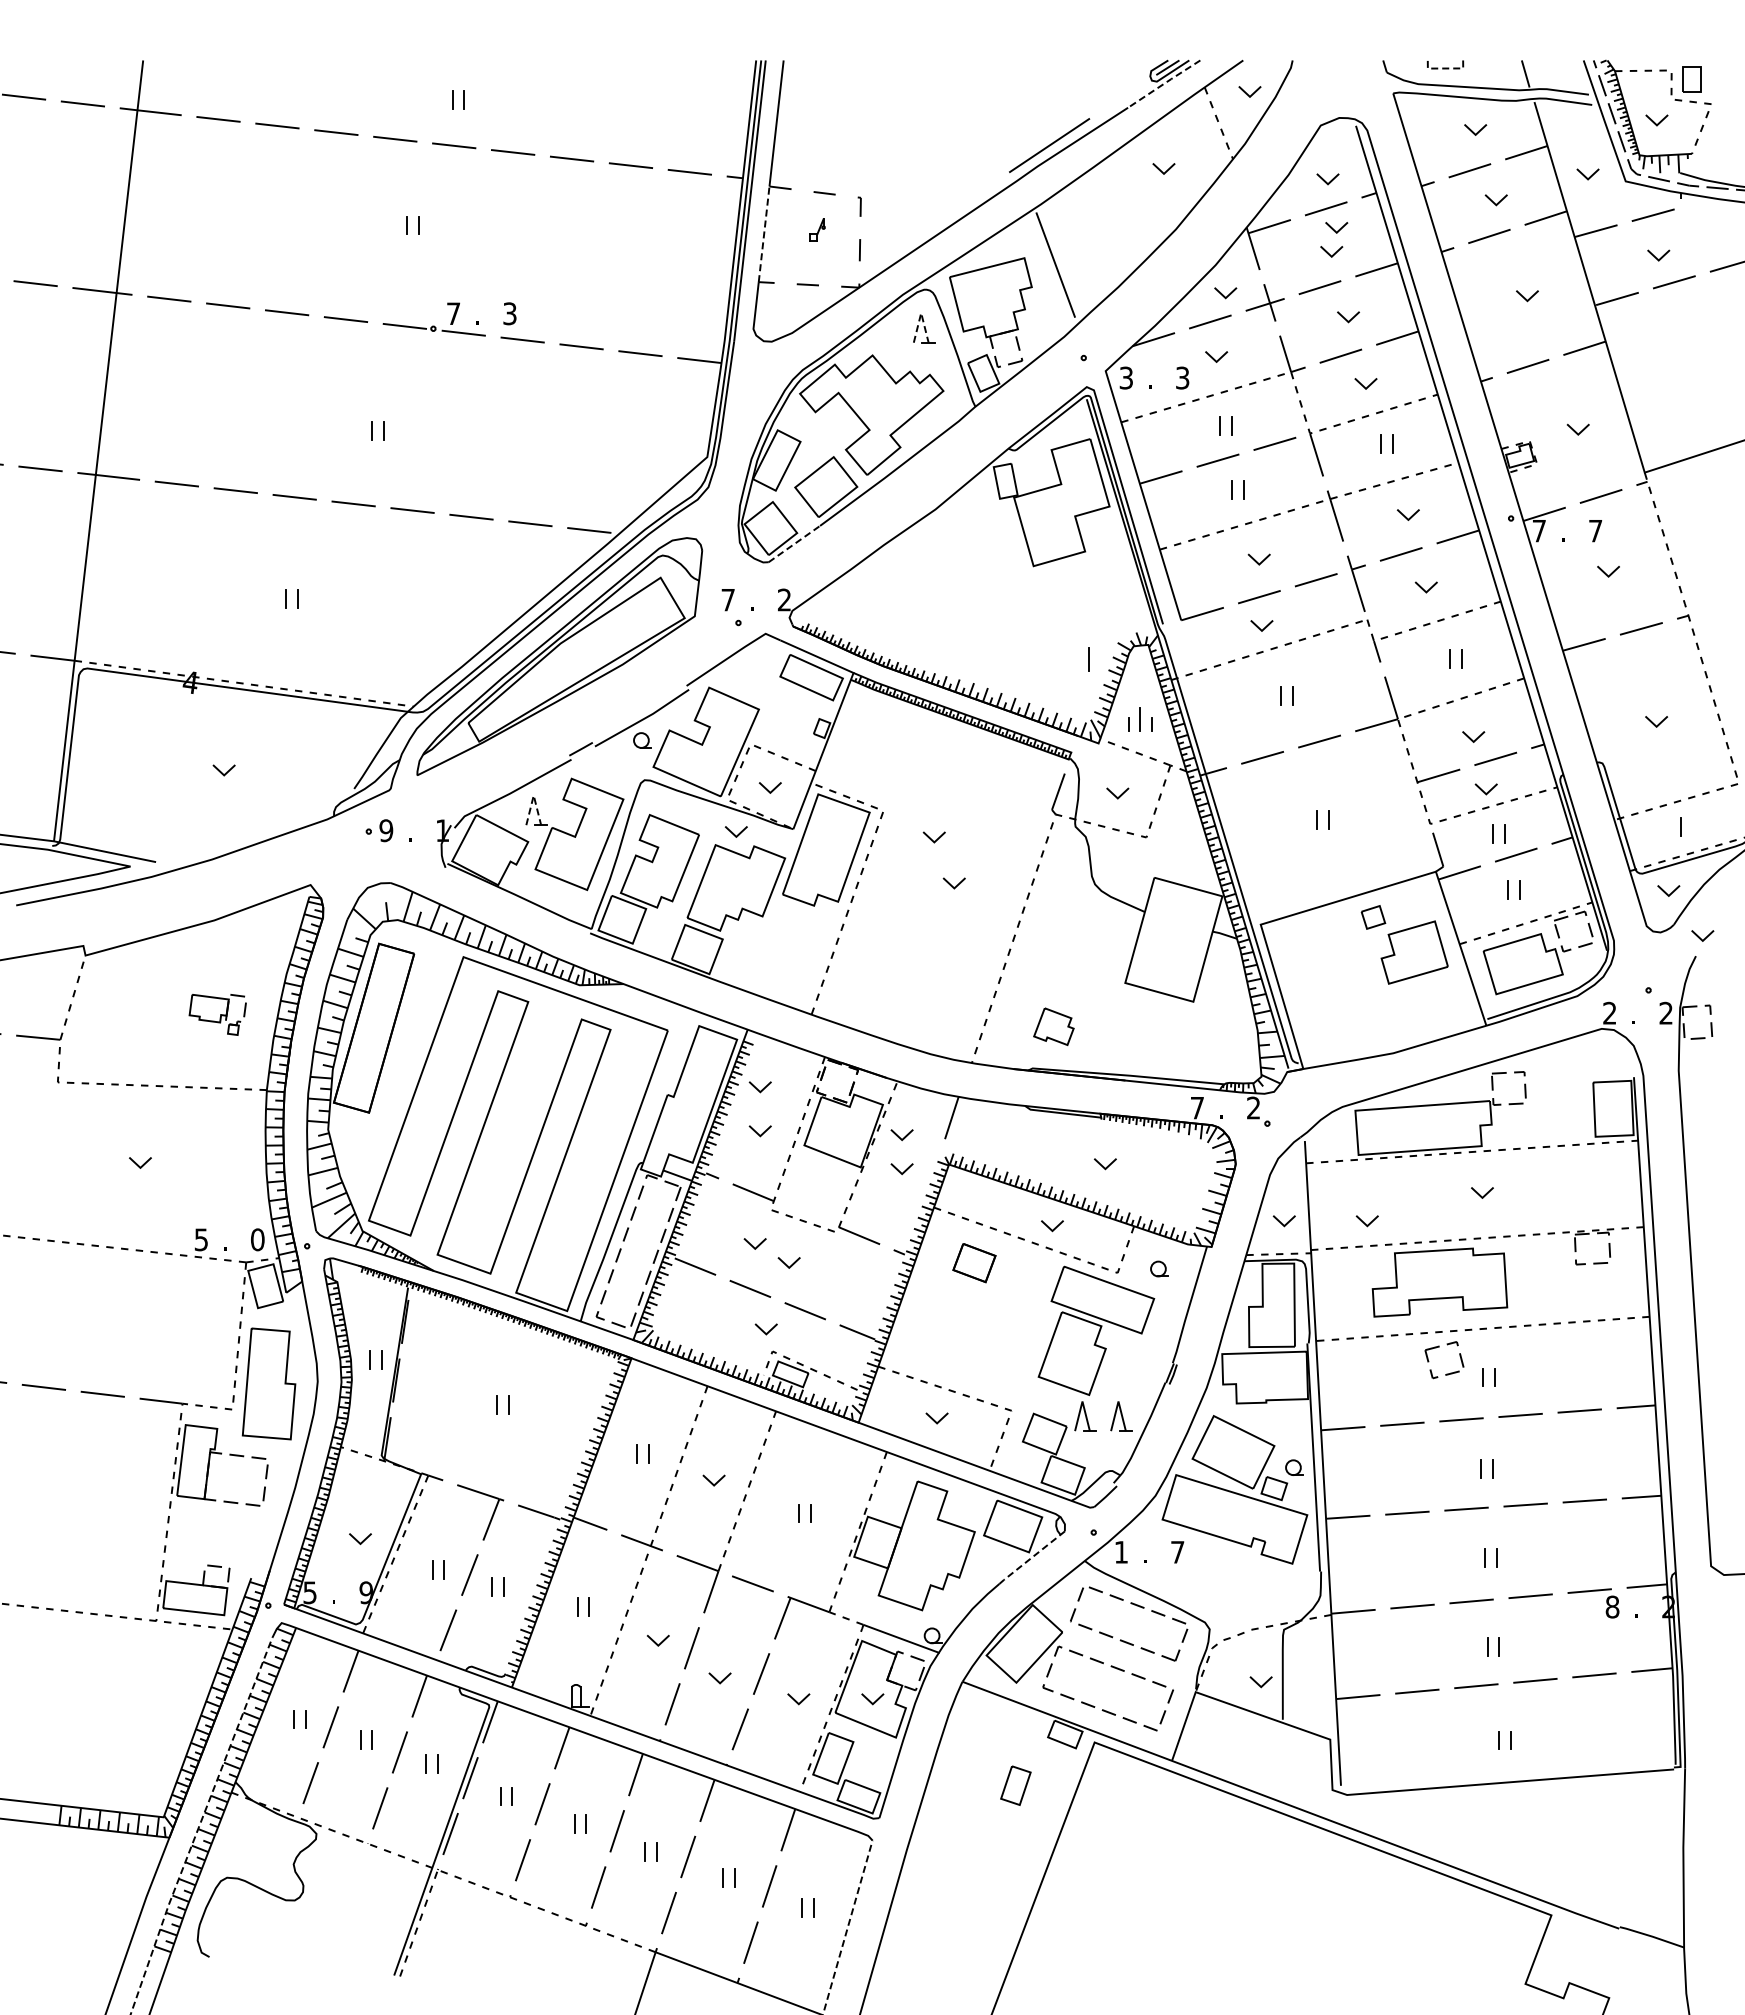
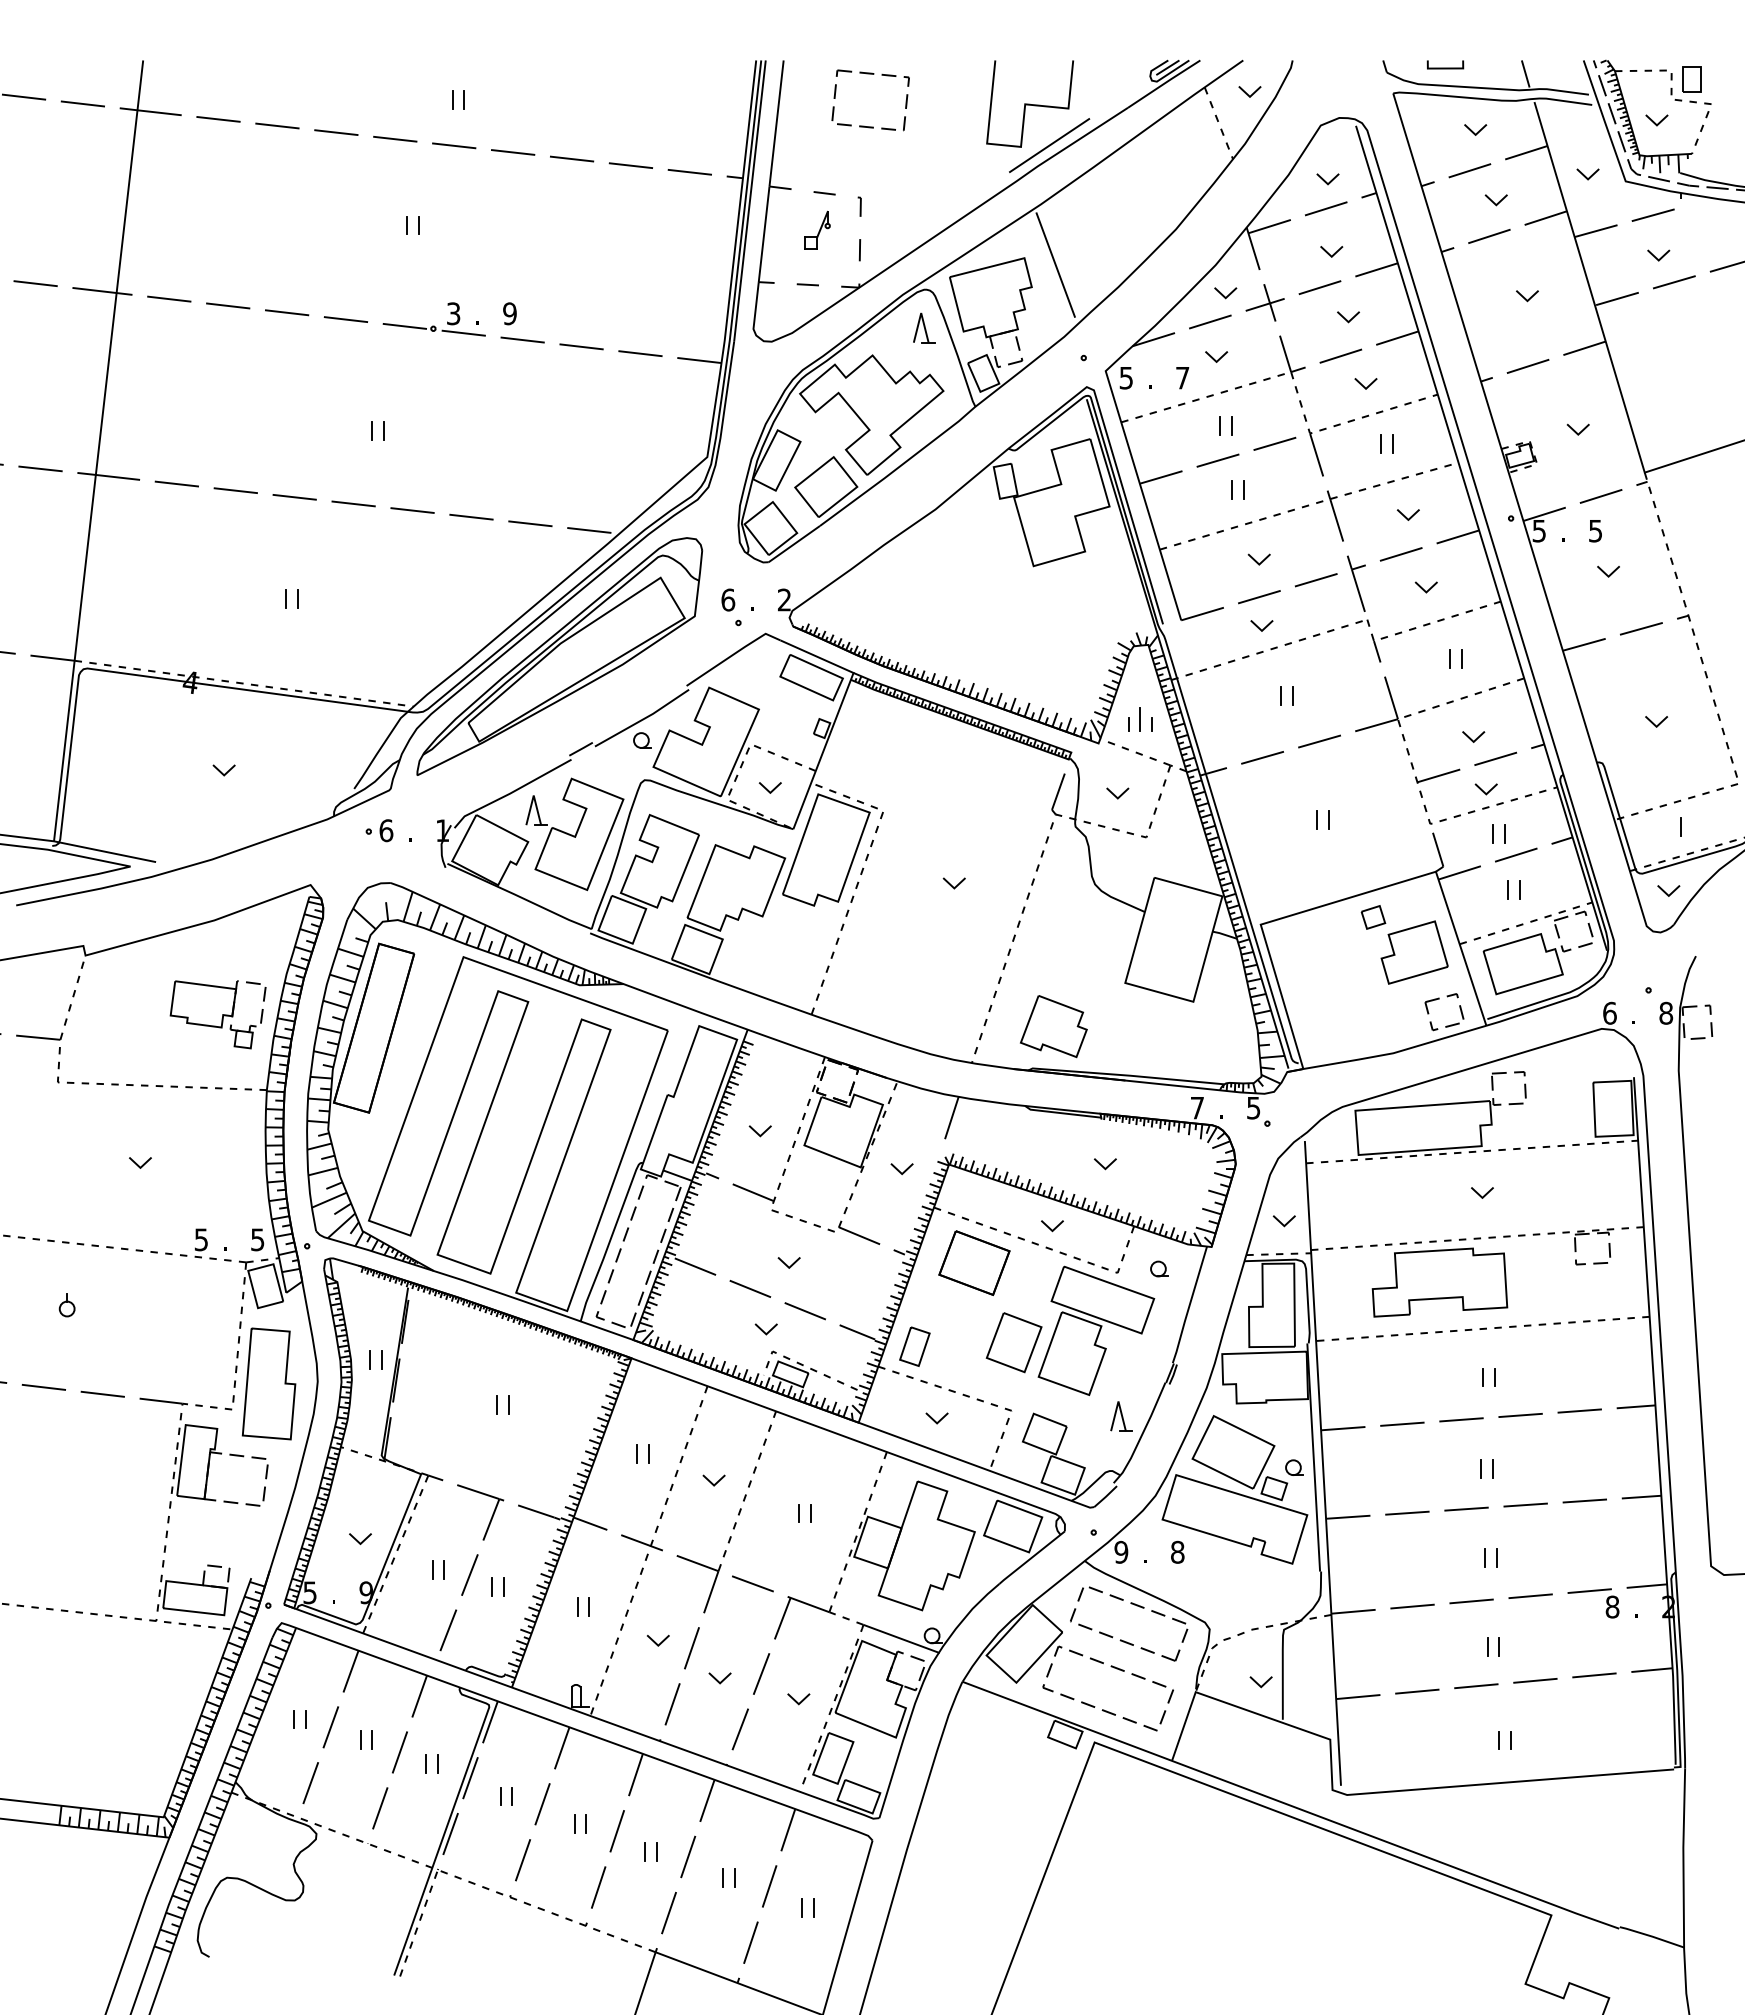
line at (1445, 68): dashed -> solid
line at (1164, 83): dashed -> solid
curve at (1029, 103): none -> present
part at (864, 125): none -> present
line at (1161, 170): present -> none
part at (817, 229) size: 17x24 px -> 27x40 px
line at (1334, 229): present -> none
line at (764, 233): dashed -> solid
text at (453, 313): 7 -> 3
text at (509, 313): 3 -> 9
line at (921, 313): dashed -> solid
text at (1126, 377): 3 -> 5
text at (1182, 377): 3 -> 7
text at (1538, 531): 7 -> 5
text at (1595, 531): 7 -> 5
line at (794, 543): dashed -> solid
text at (728, 599): 7 -> 6
line at (1088, 659): present -> none
line at (533, 795): dashed -> solid
text at (386, 830): 9 -> 6
line at (733, 832): present -> none
line at (931, 838): present -> none
line at (1700, 937): present -> none
text at (1609, 1012): 2 -> 6
text at (1666, 1013): 2 -> 8
part at (217, 1014) size: 59x42 px -> 98x70 px
part at (1053, 1026) size: 42x39 px -> 68x64 px
line at (757, 1088): present -> none
text at (1253, 1107): 2 -> 5
line at (899, 1136): present -> none
line at (1364, 1222): present -> none
text at (257, 1239): 0 -> 5
line at (753, 1245): present -> none
part at (974, 1263) size: 45x41 px -> 73x66 px
part at (66, 1305): none -> present
part at (1013, 1342): none -> present
part at (1446, 1373) position: (1446, 1373) -> (1446, 1025)
part at (1085, 1416): present -> none
text at (1121, 1551): 1 -> 9
text at (1177, 1551): 7 -> 8
line at (1031, 1558): dashed -> solid
line at (870, 1700): present -> none
part at (1015, 1785) position: (1015, 1785) -> (914, 1346)
line at (199, 1825): dashed -> solid
line at (847, 1927): dashed -> solid
